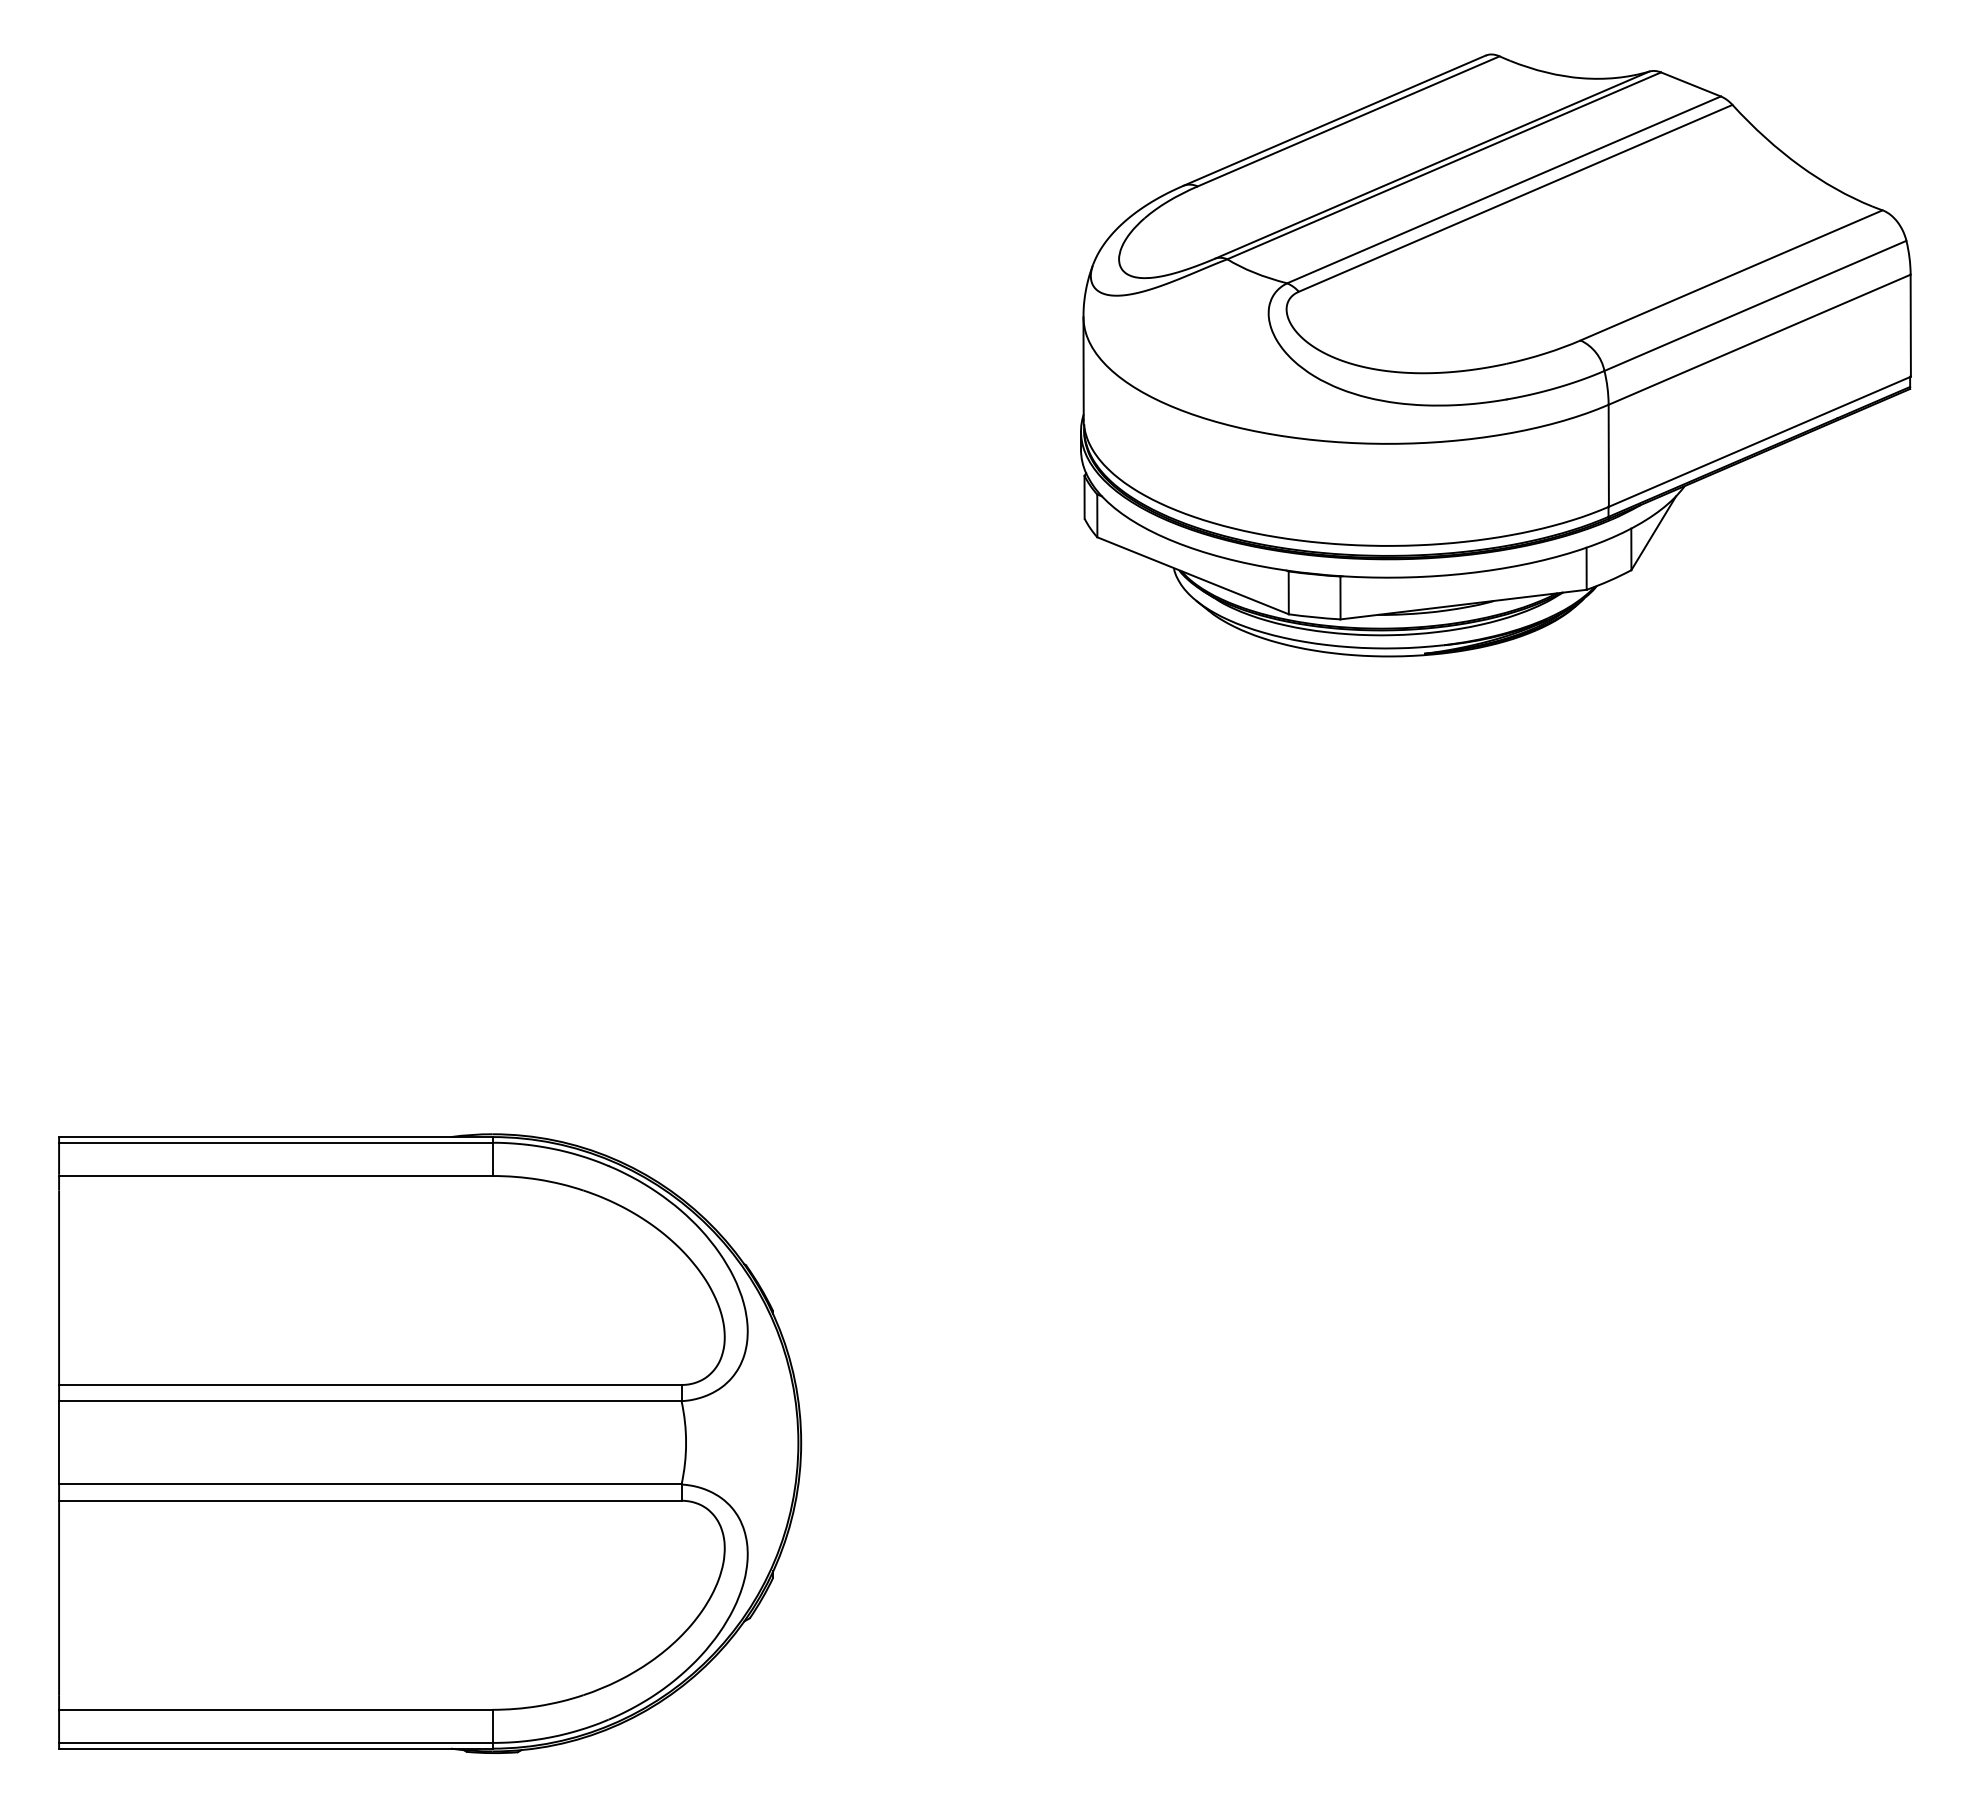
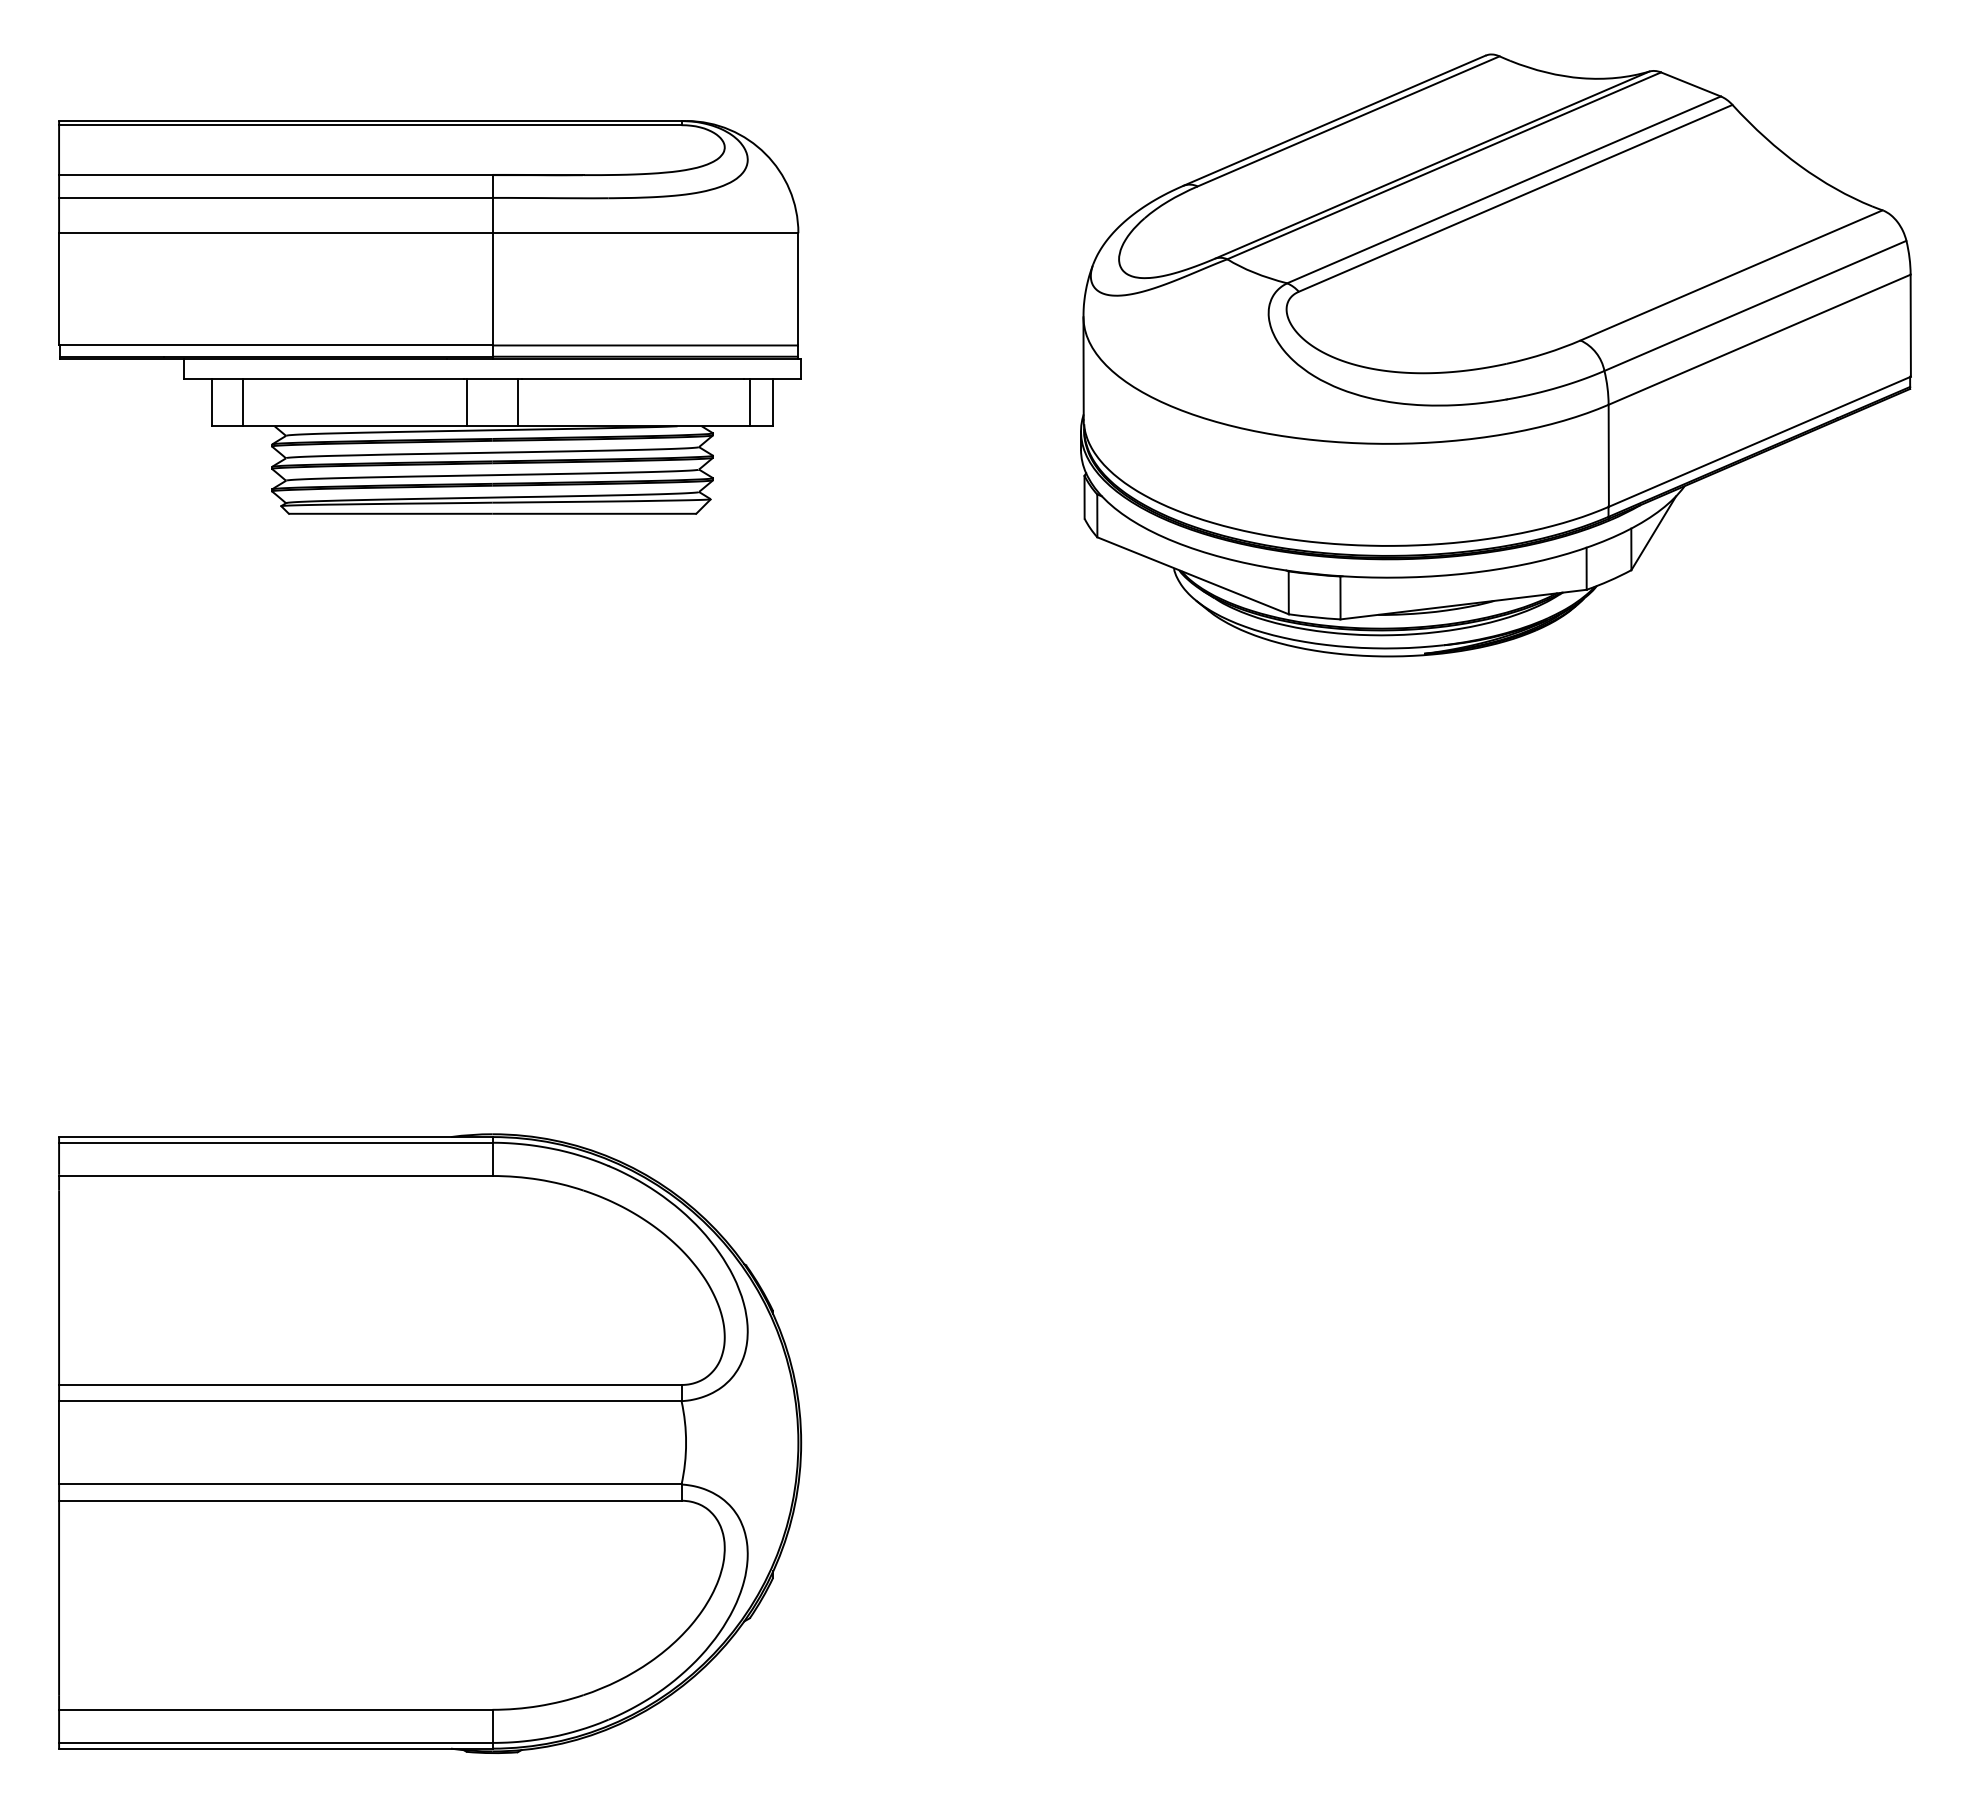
part at (429, 317): none -> present
